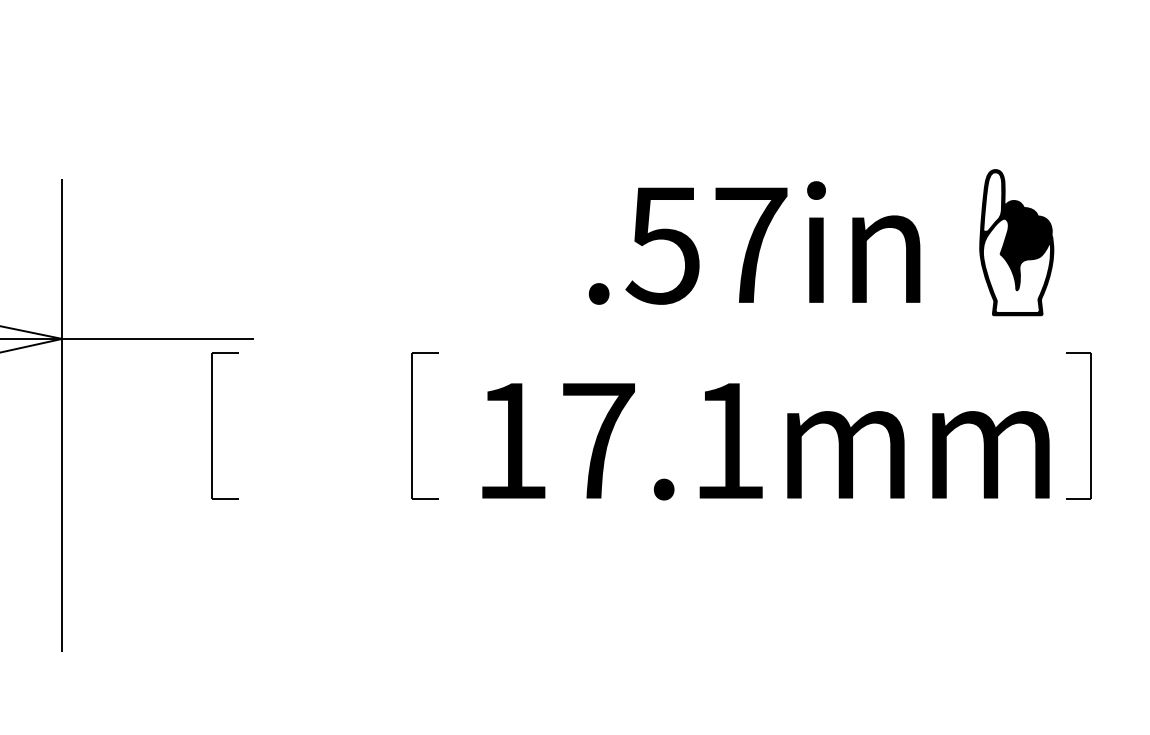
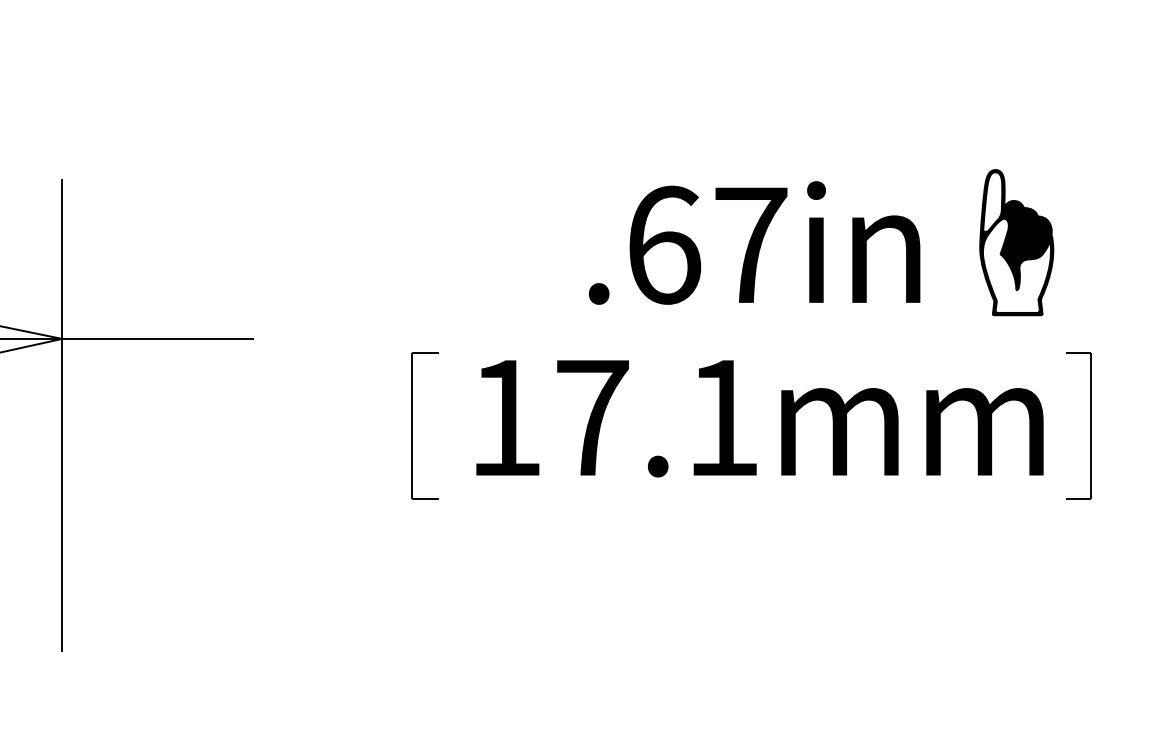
text at (663, 244): .57in -> .67in
part at (212, 425): present -> none
text at (765, 441) position: (765, 441) -> (759, 418)
